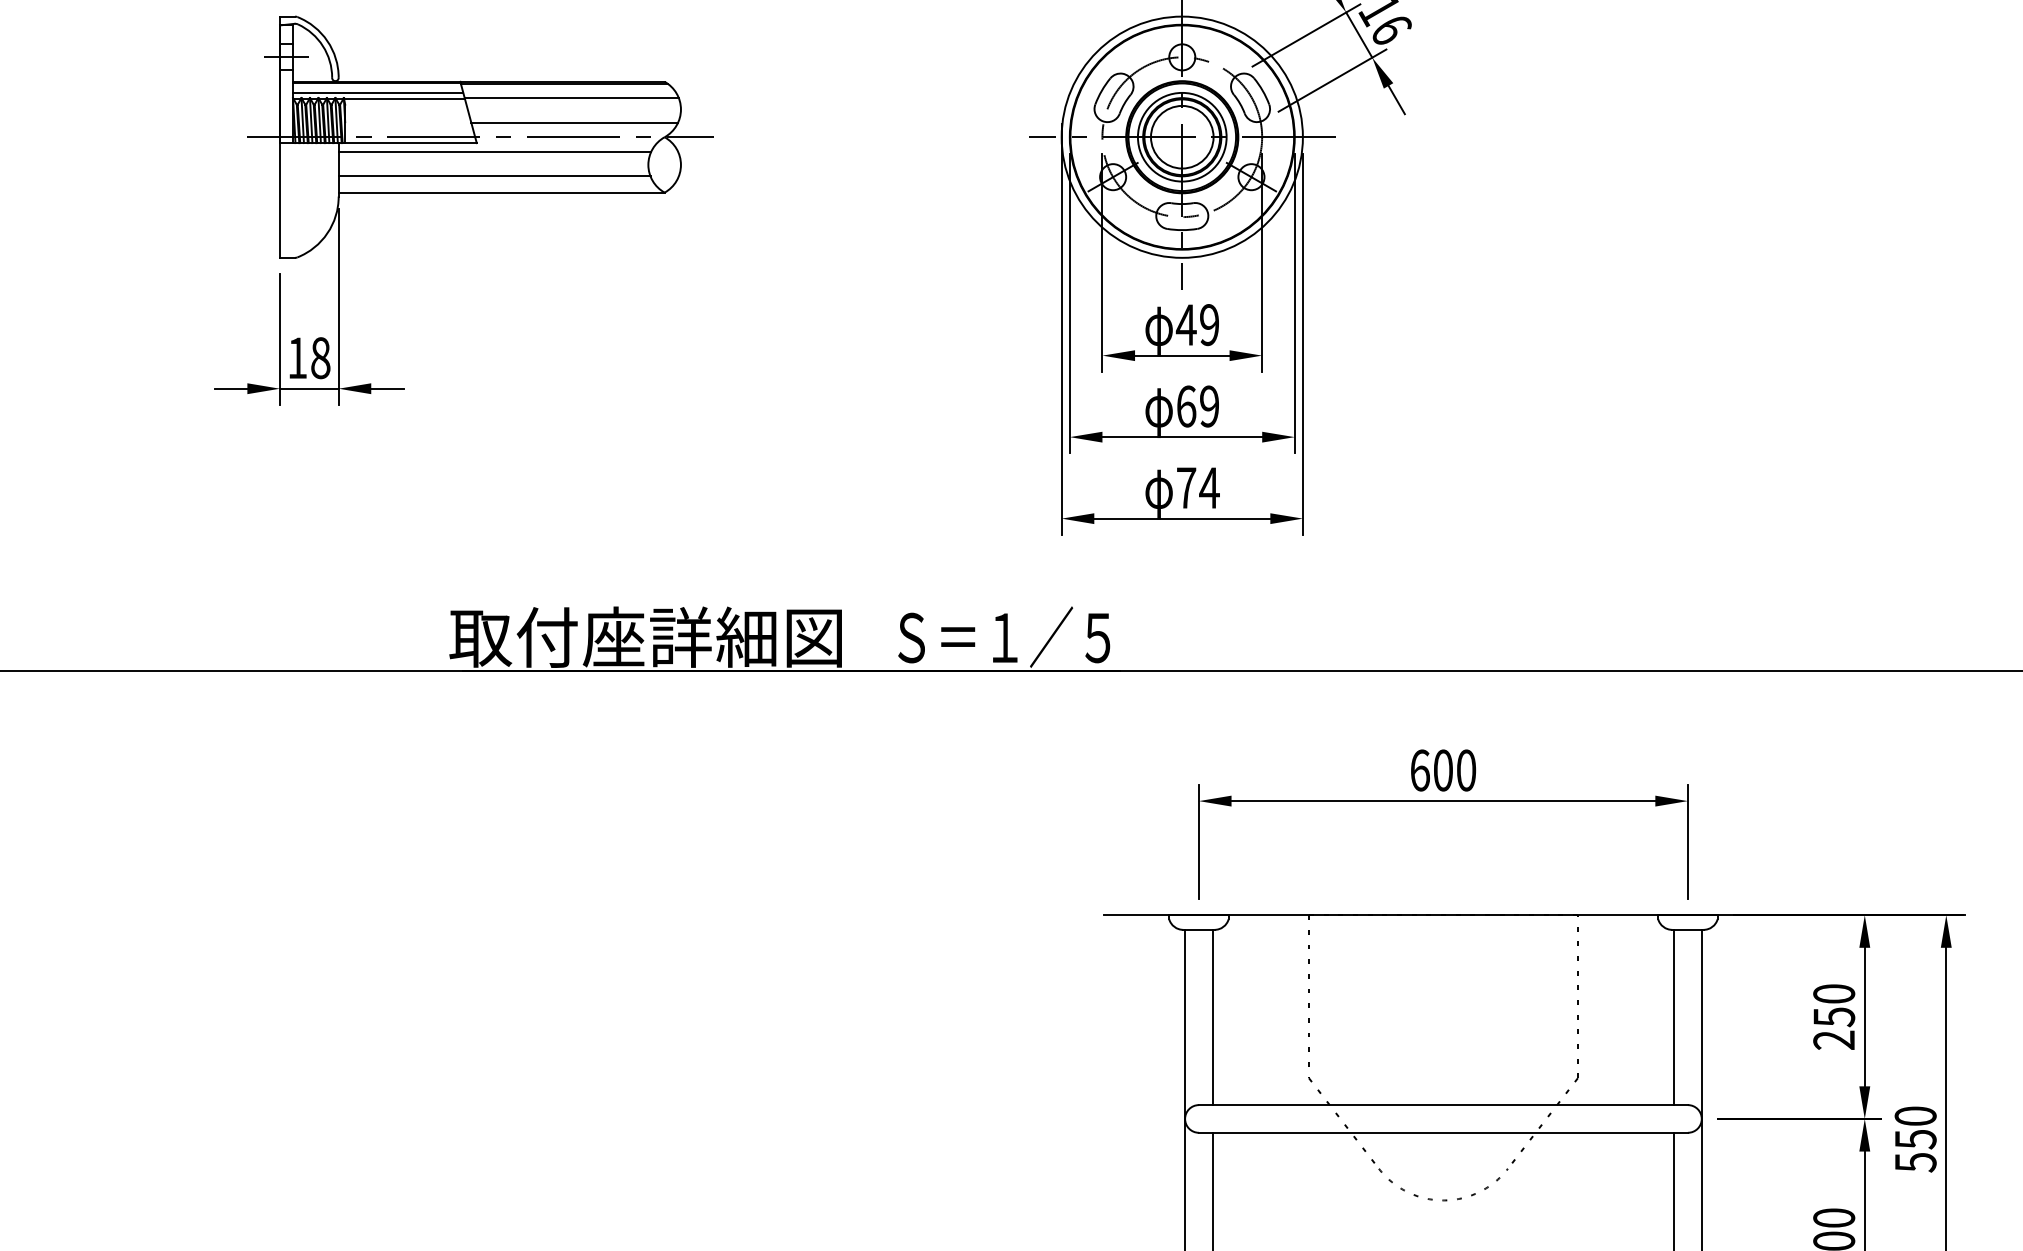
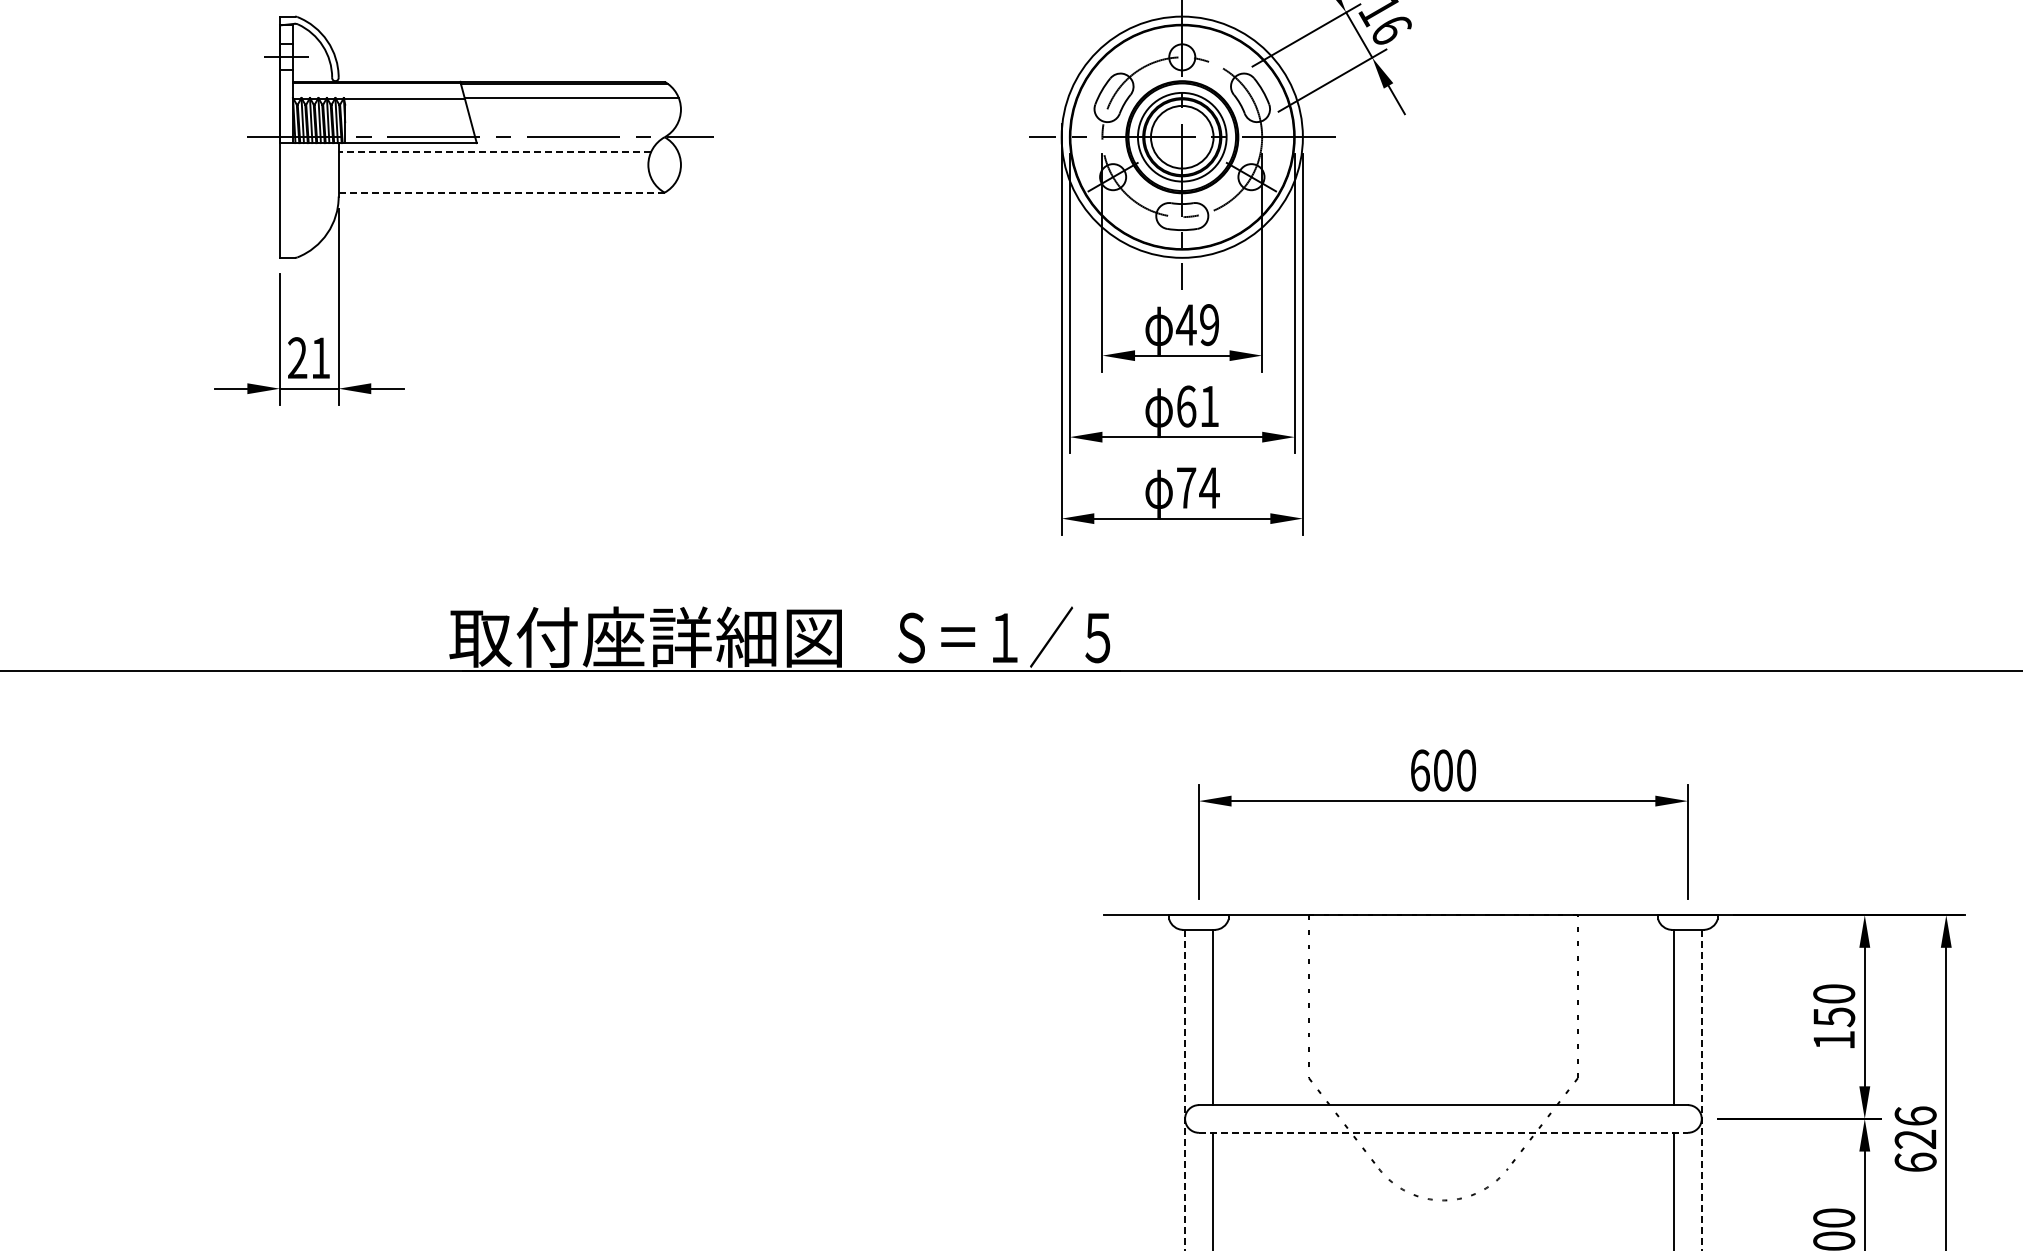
line at (378, 92): present -> none
line at (574, 122): present -> none
line at (494, 151): solid -> dashed
line at (494, 176): present -> none
line at (501, 192): solid -> dashed
text at (309, 358): 18 -> 21
text at (1209, 406): 69 -> 61
text at (1833, 1039): 250 -> 150
line at (1185, 1090): solid -> dashed
line at (1701, 1090): solid -> dashed
line at (1443, 1132): solid -> dashed
text at (1915, 1139): 550 -> 626
